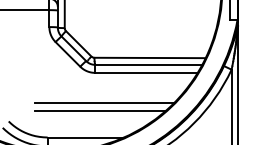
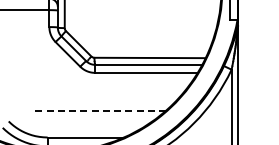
line at (104, 102): present -> none
line at (100, 110): solid -> dashed
